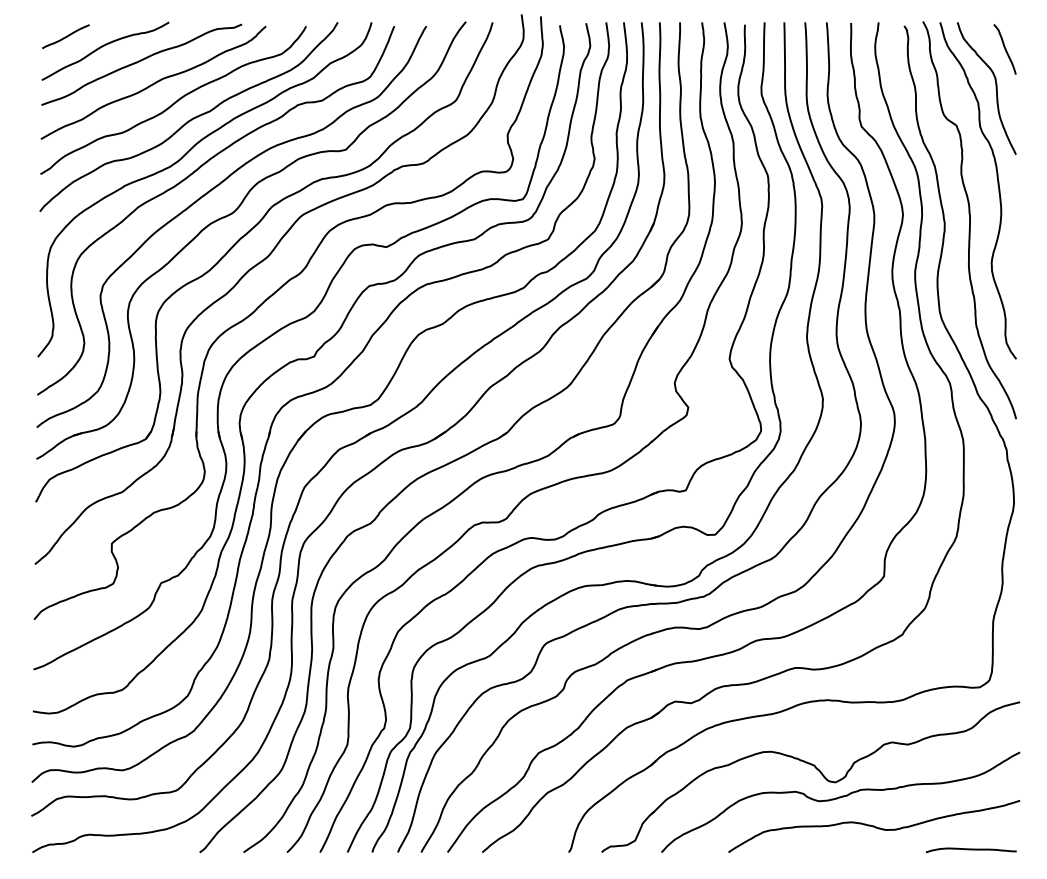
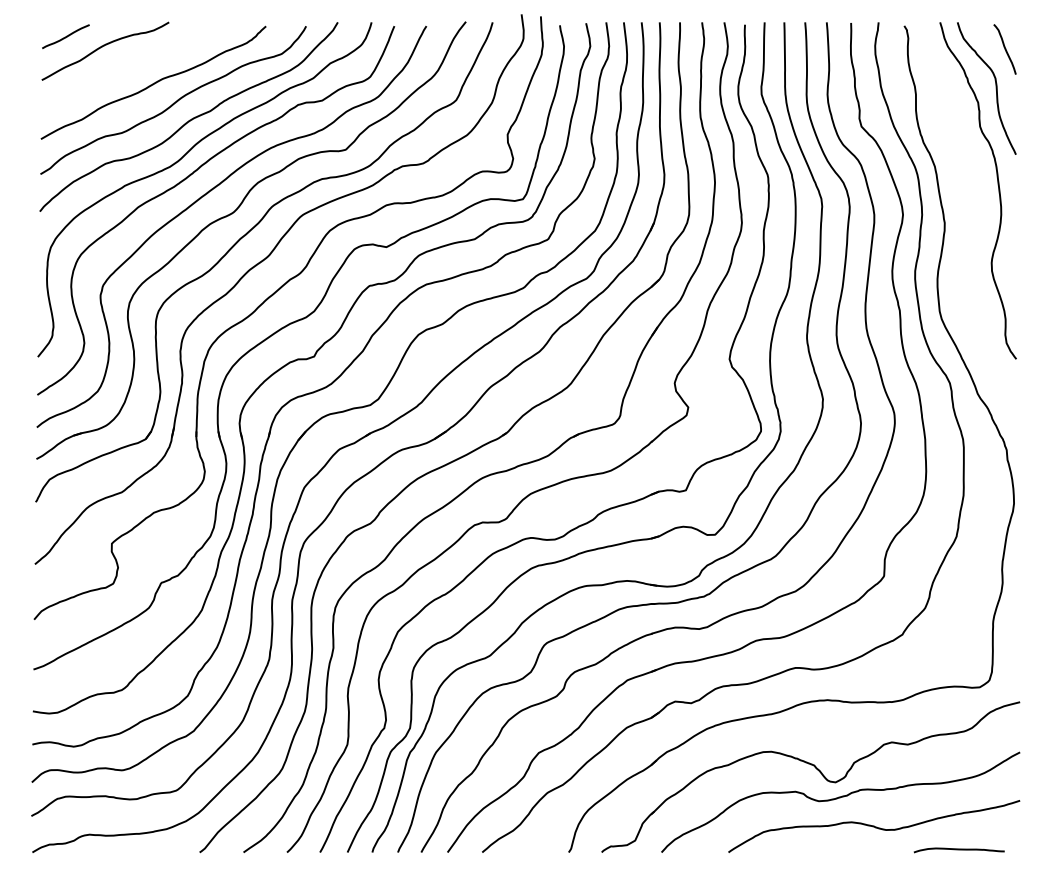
curve at (139, 62): present -> none
curve at (969, 220): present -> none
curve at (970, 850) position: (970, 850) -> (958, 850)
